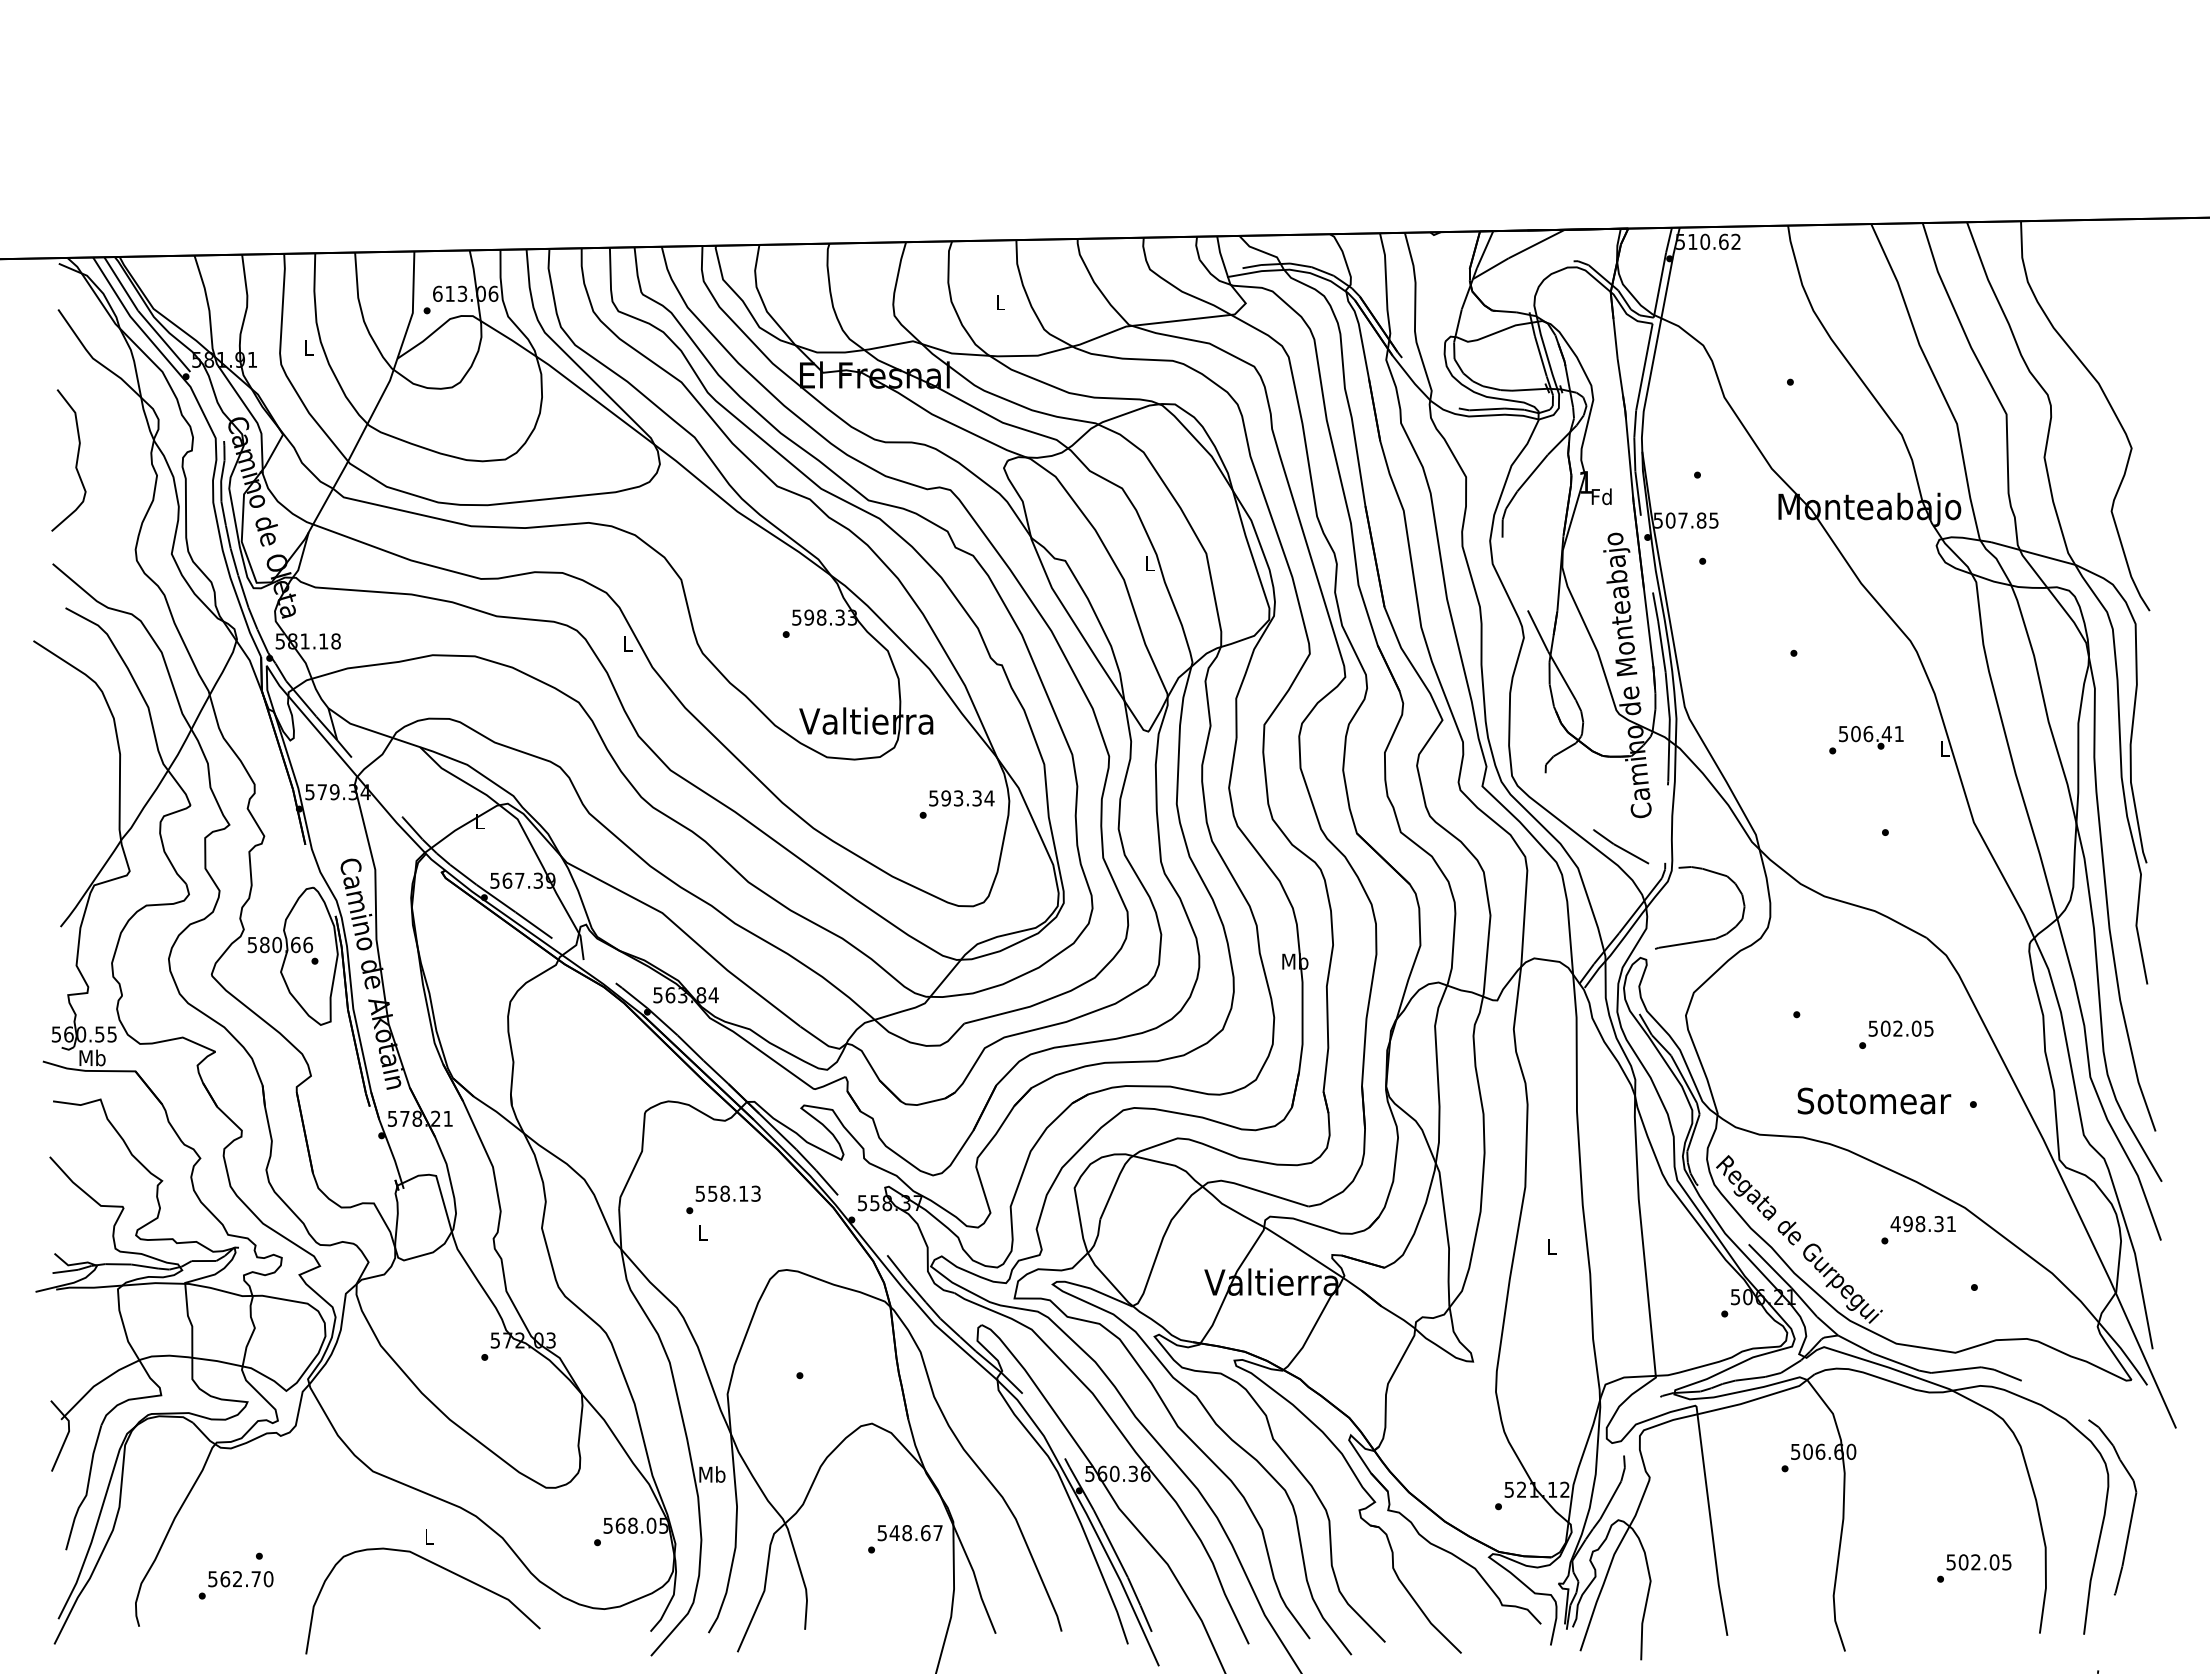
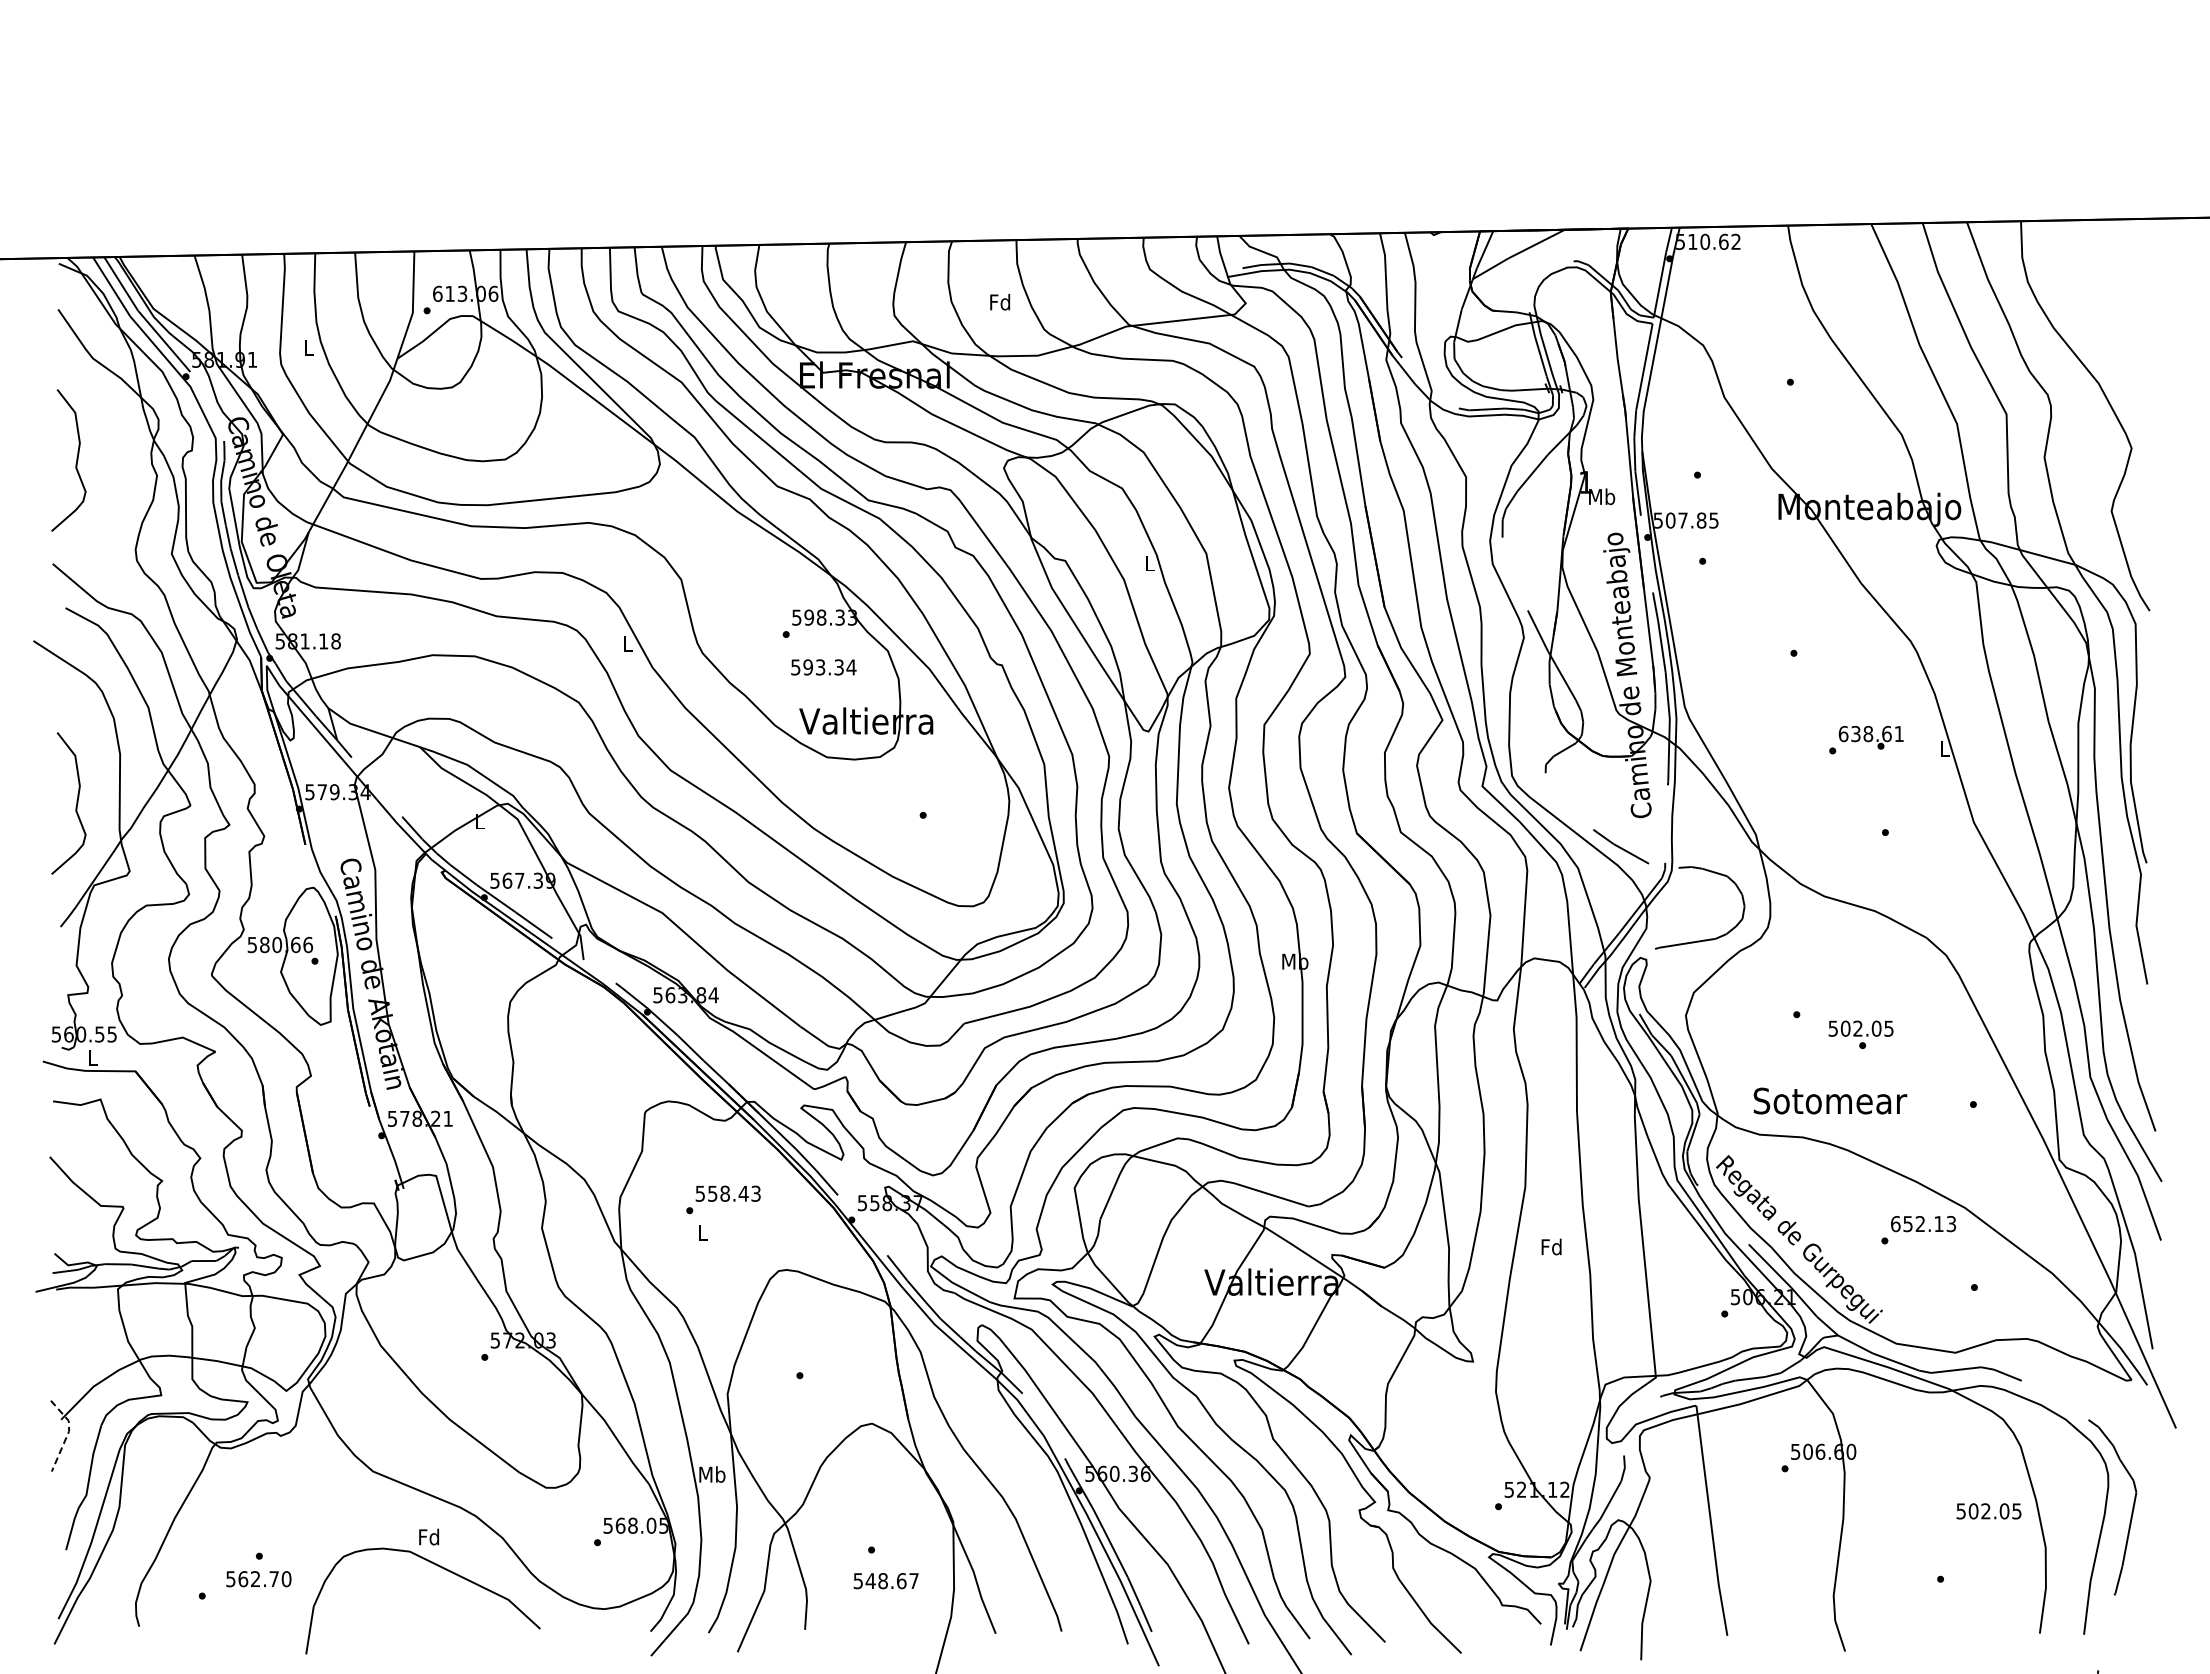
text at (1000, 301): L -> Fd
text at (1602, 496): Fd -> Mb
text at (1864, 733): 506.41 -> 638.61
text at (961, 798) position: (961, 798) -> (823, 667)
curve at (75, 806): none -> present
text at (1900, 1028) position: (1900, 1028) -> (1860, 1028)
text at (92, 1057): Mb -> L
text at (1874, 1100) position: (1874, 1100) -> (1830, 1100)
text at (743, 1193): 558.13 -> 558.43
text at (1922, 1224): 498.31 -> 652.13
text at (1551, 1246): L -> Fd
line at (68, 1433): solid -> dashed
text at (909, 1533) position: (909, 1533) -> (885, 1581)
text at (428, 1536): L -> Fd
text at (1978, 1562) position: (1978, 1562) -> (1988, 1511)
text at (240, 1579) position: (240, 1579) -> (258, 1579)
